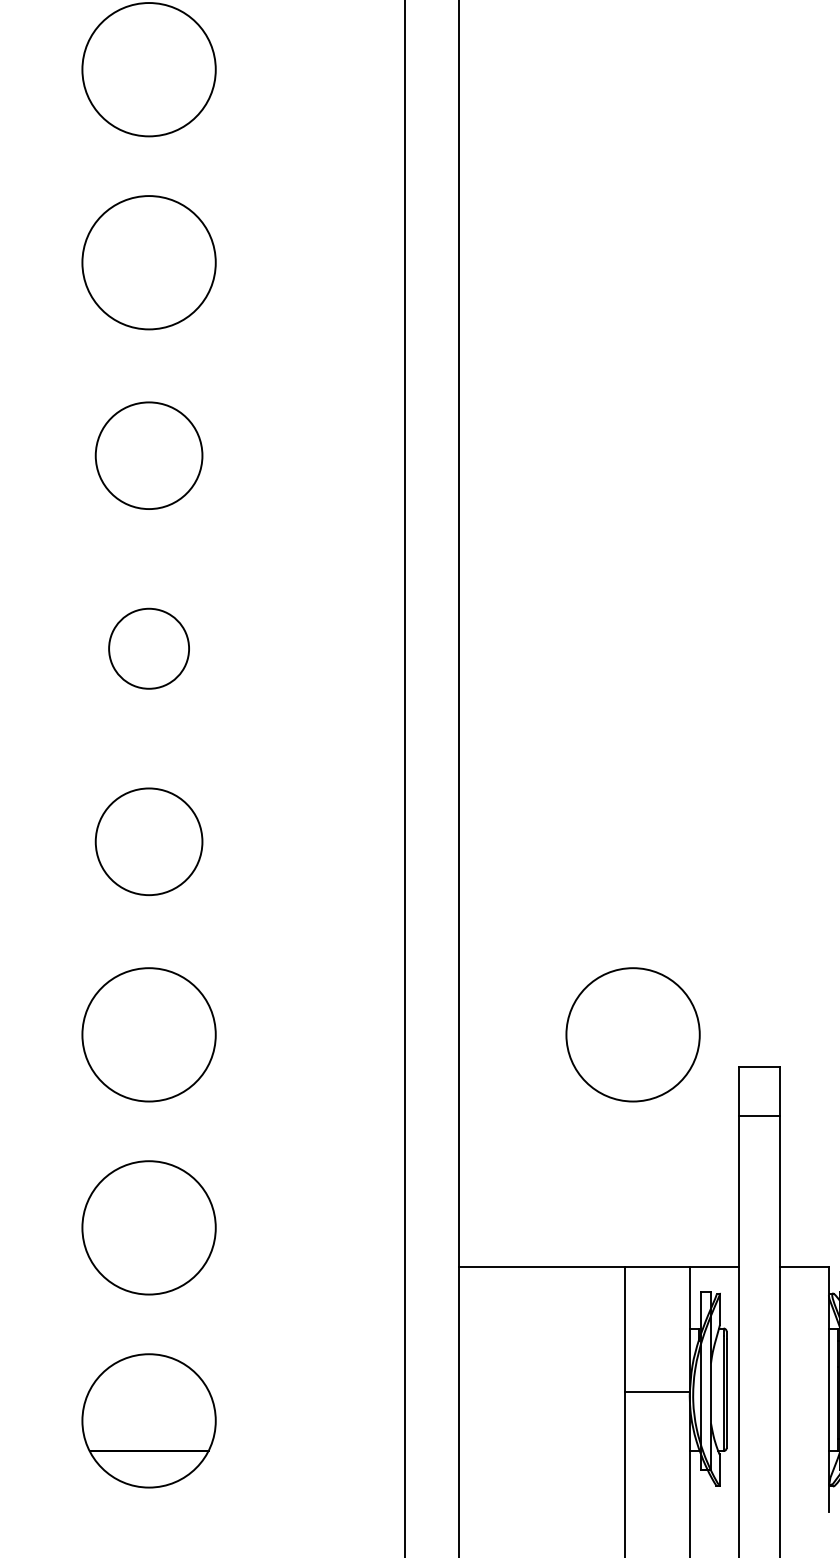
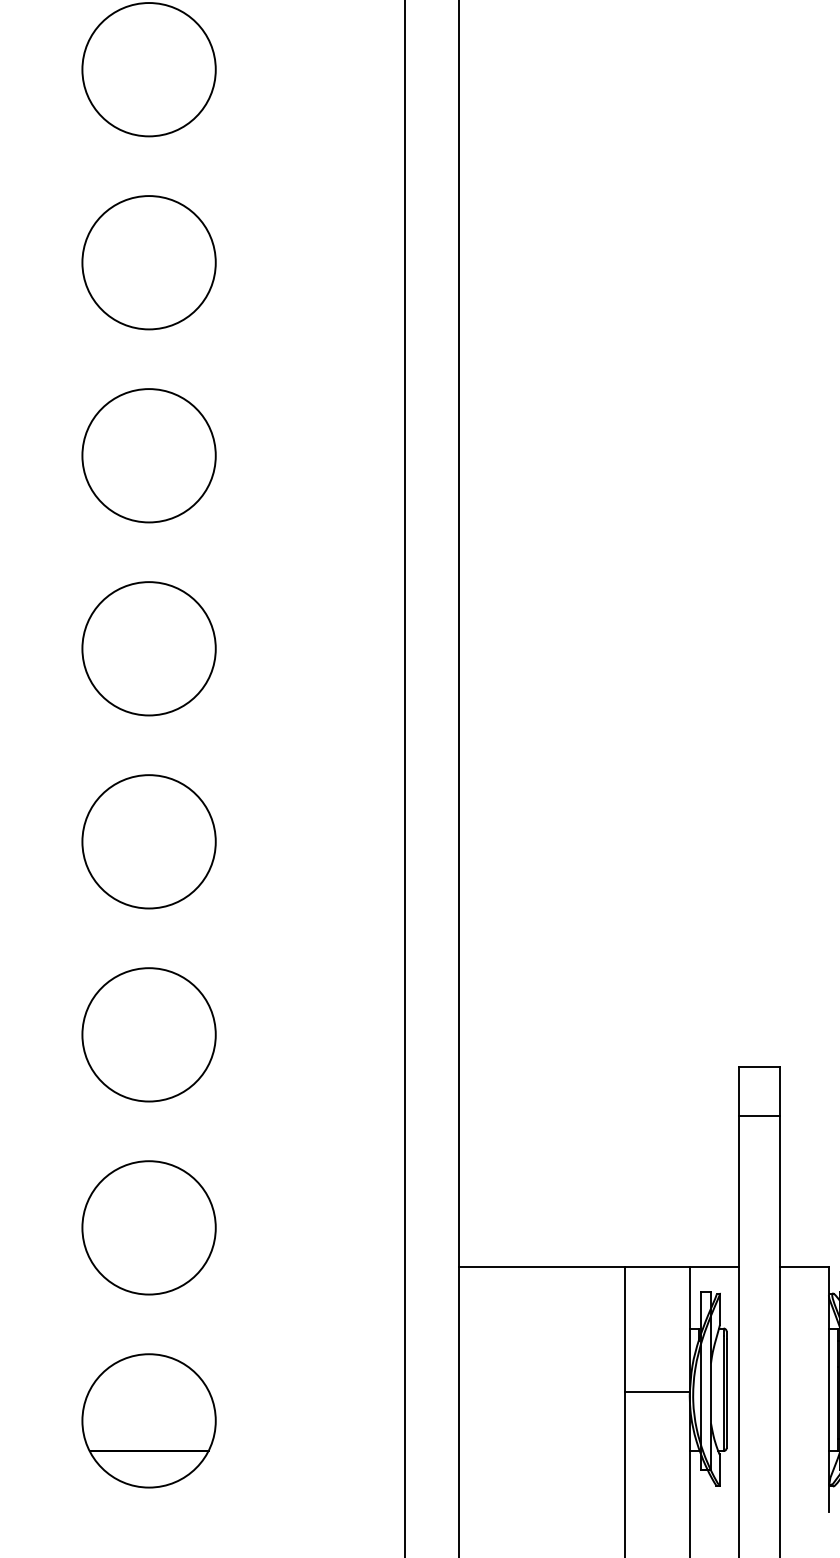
circle at (148, 455) diameter: 107 px -> 133 px
circle at (149, 648) diameter: 80 px -> 133 px
circle at (148, 841) diameter: 107 px -> 133 px
circle at (632, 1034): present -> none
